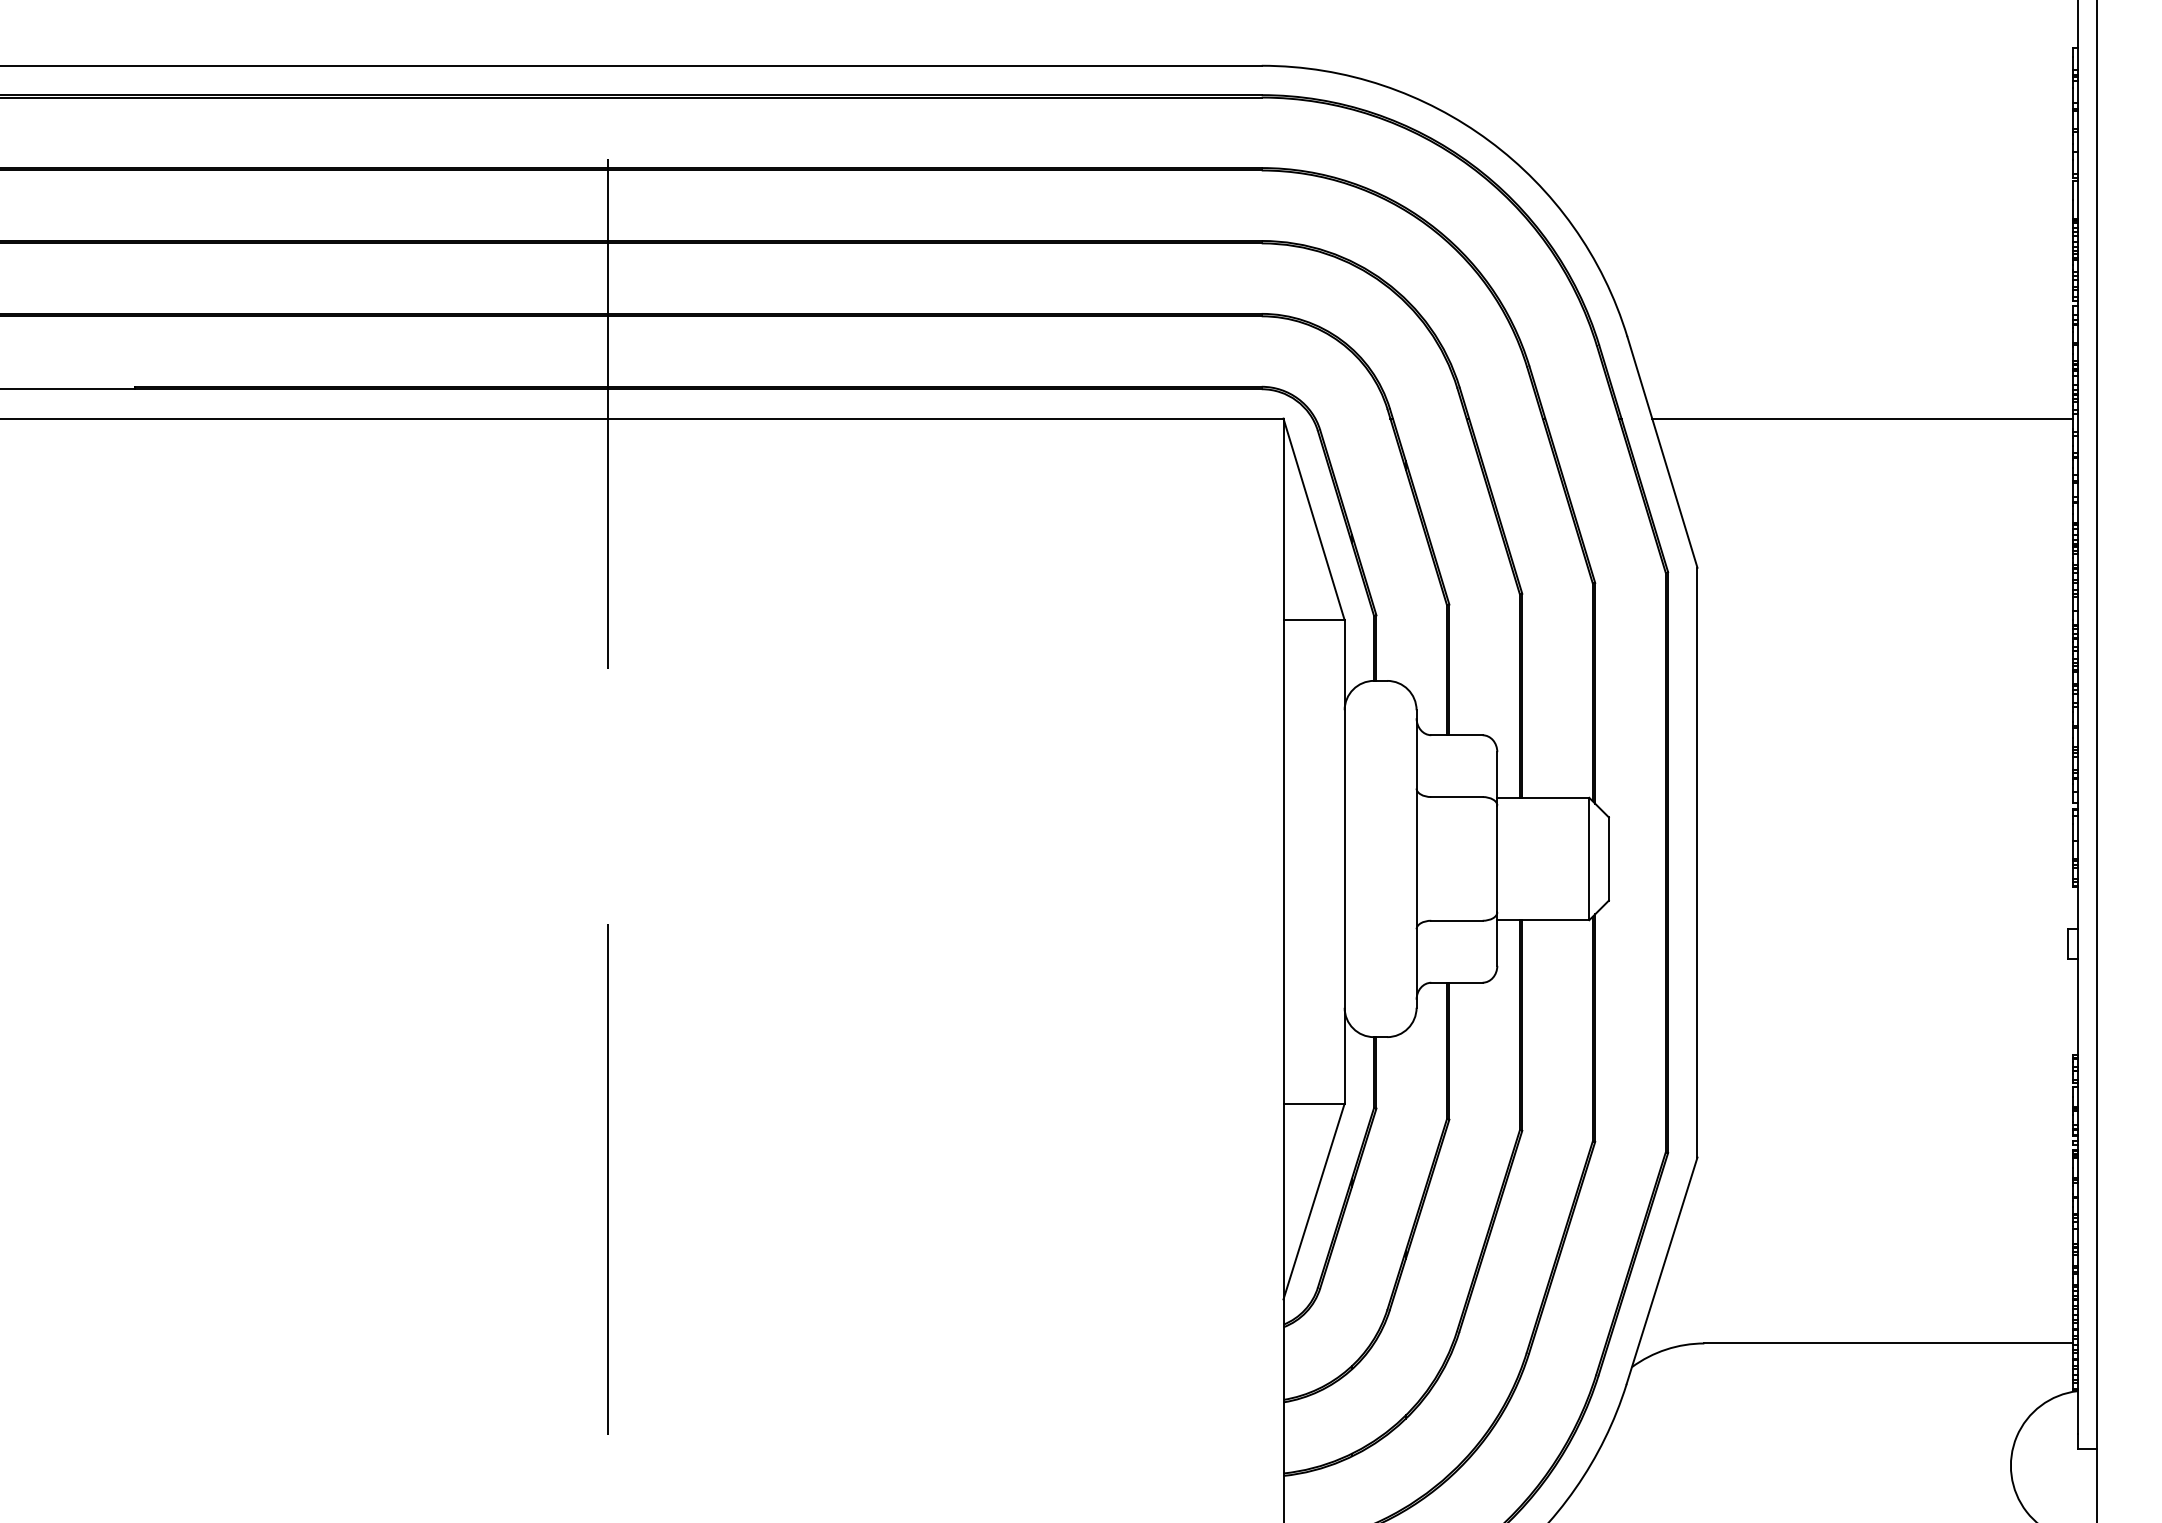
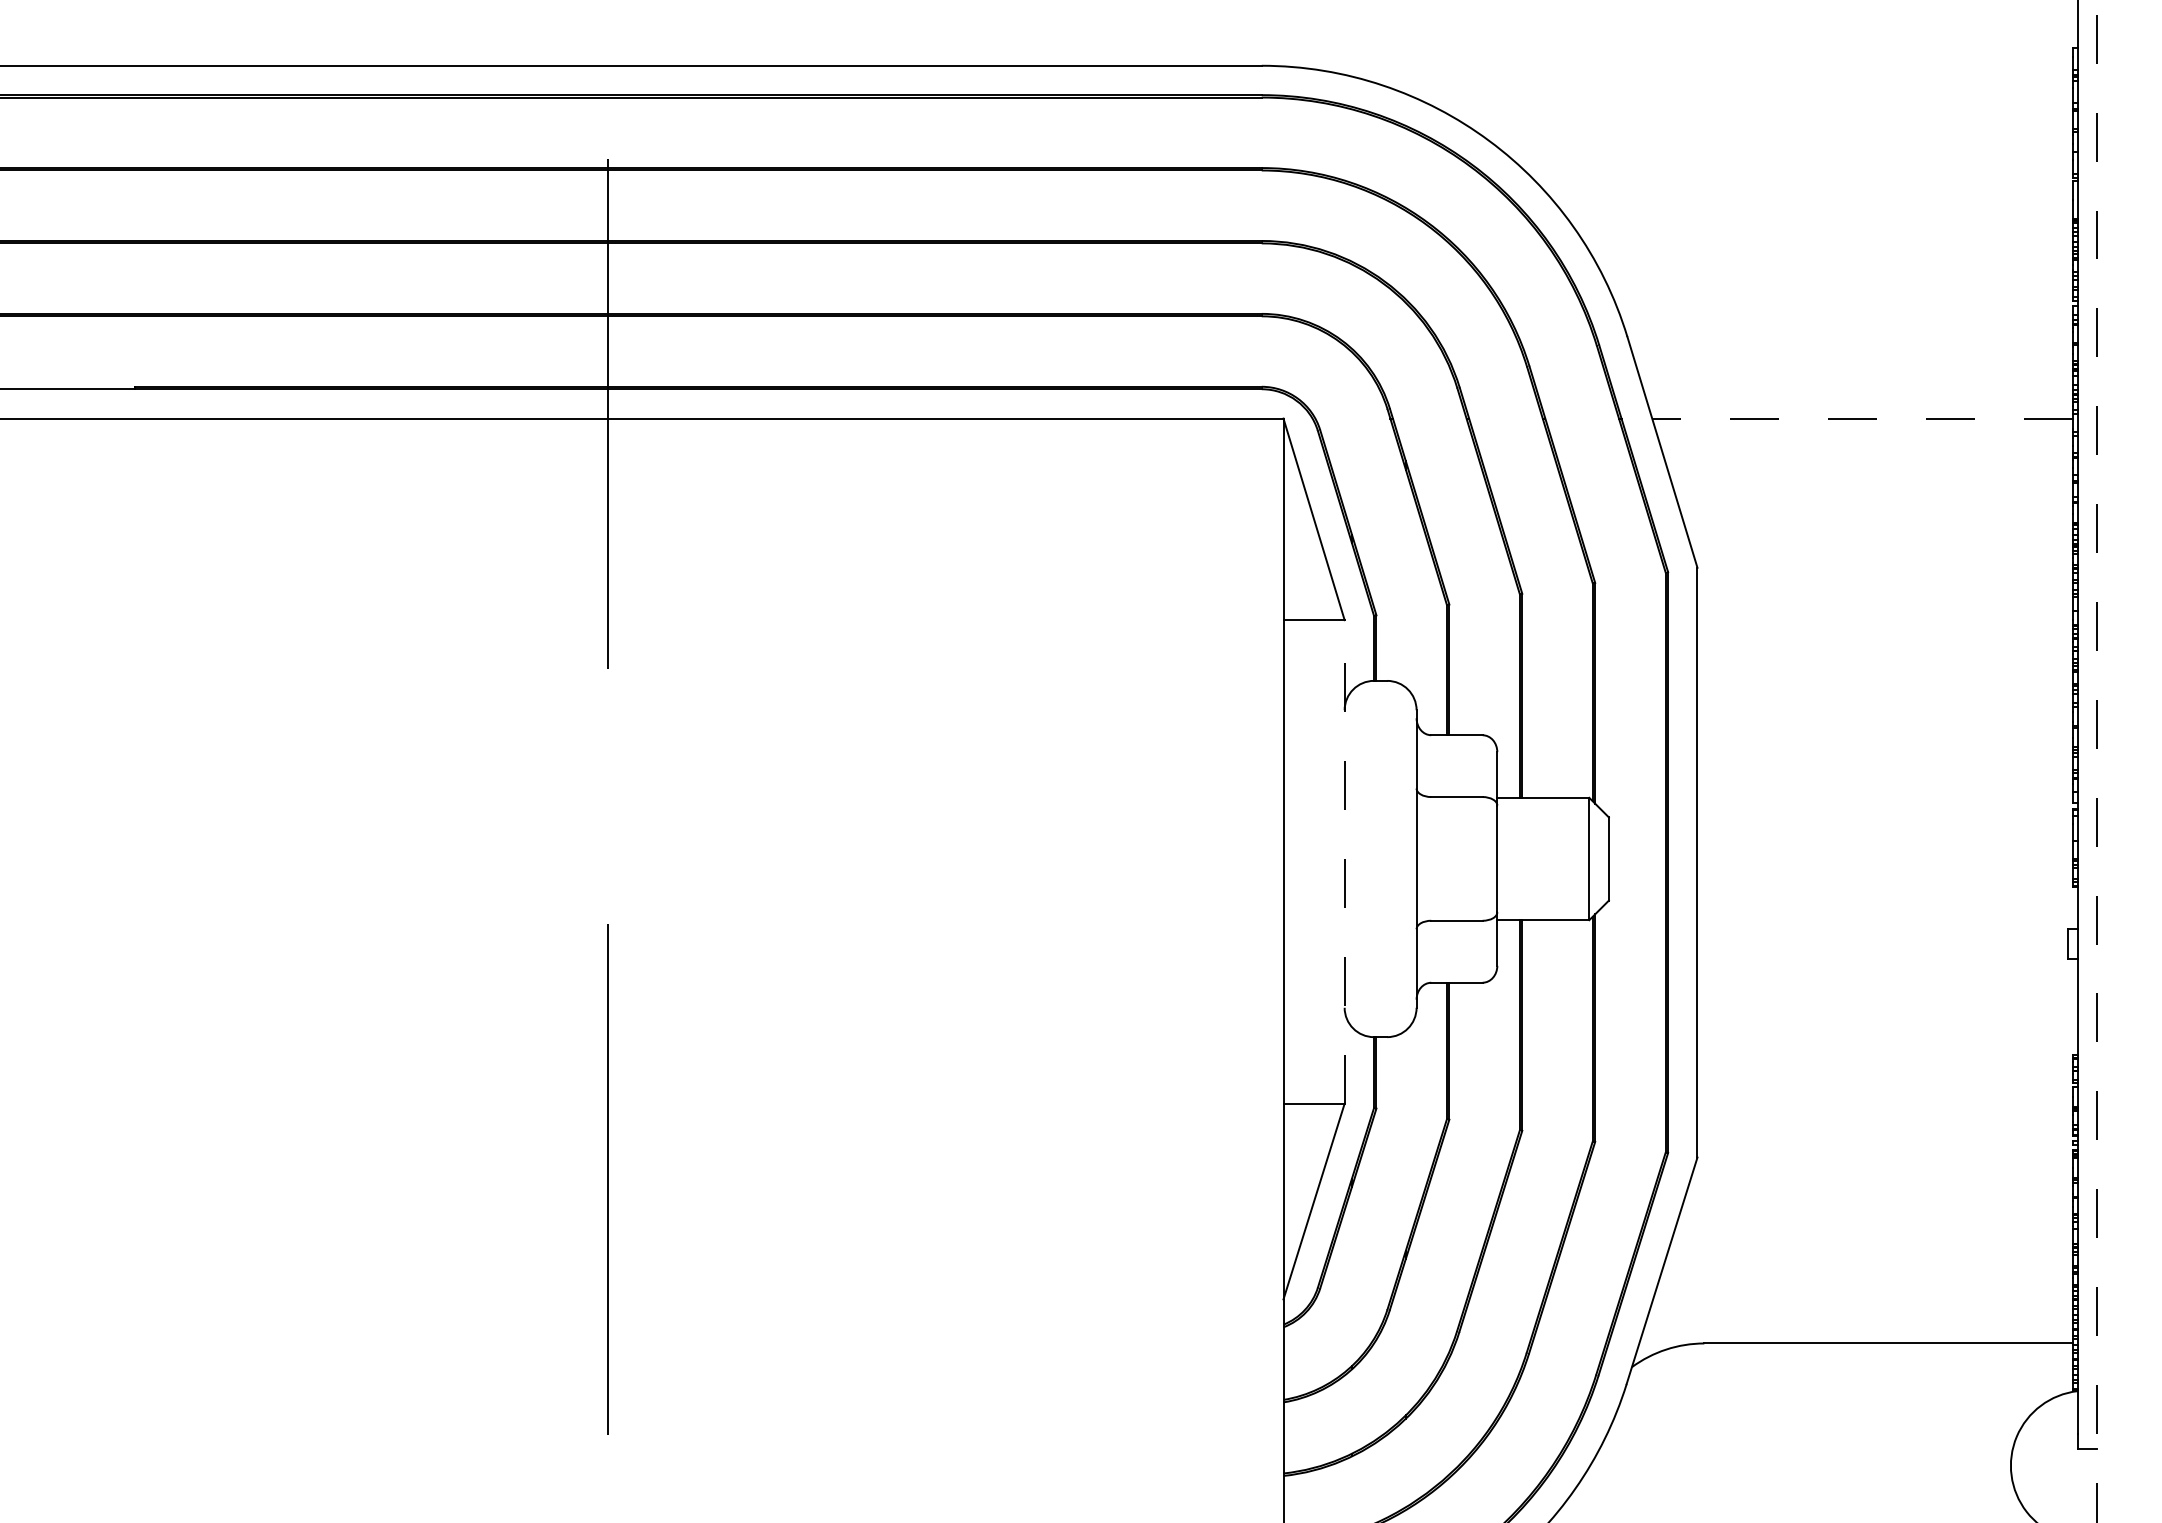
line at (1861, 418): solid -> dashed
line at (2097, 761): solid -> dashed
line at (1344, 861): solid -> dashed
